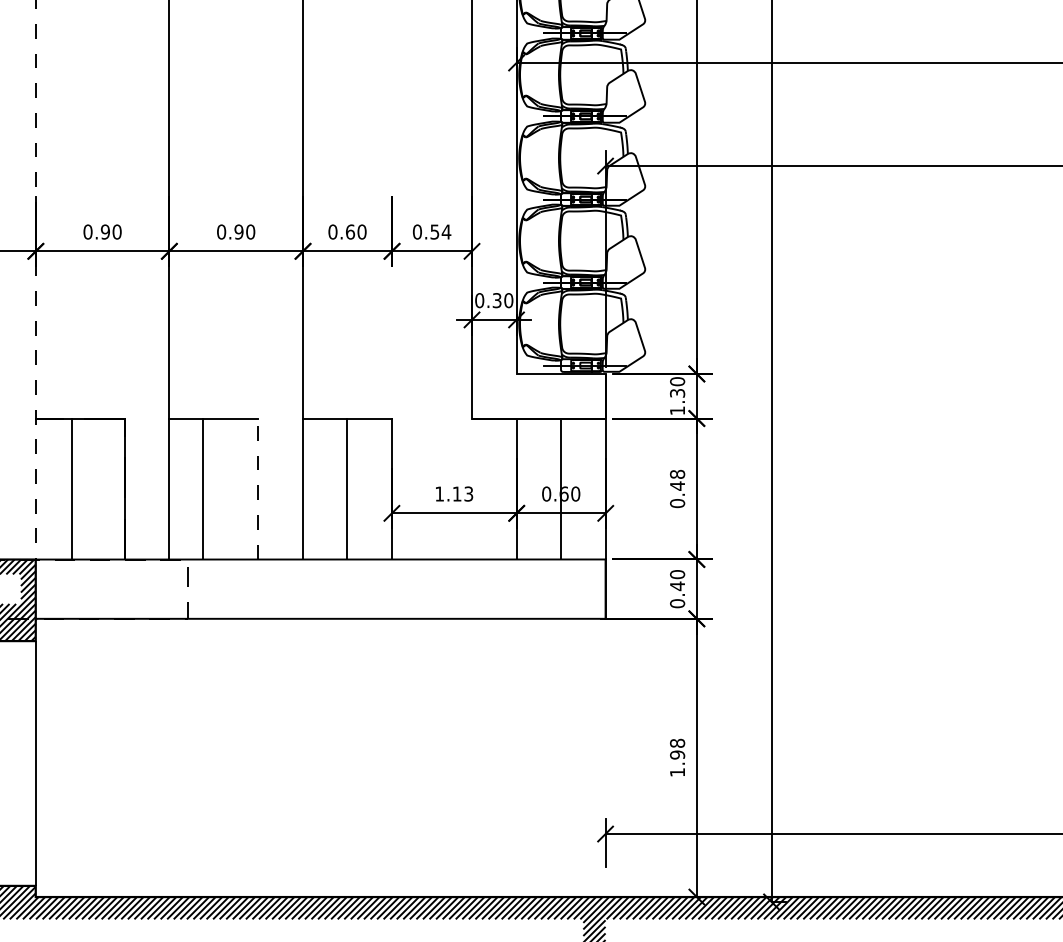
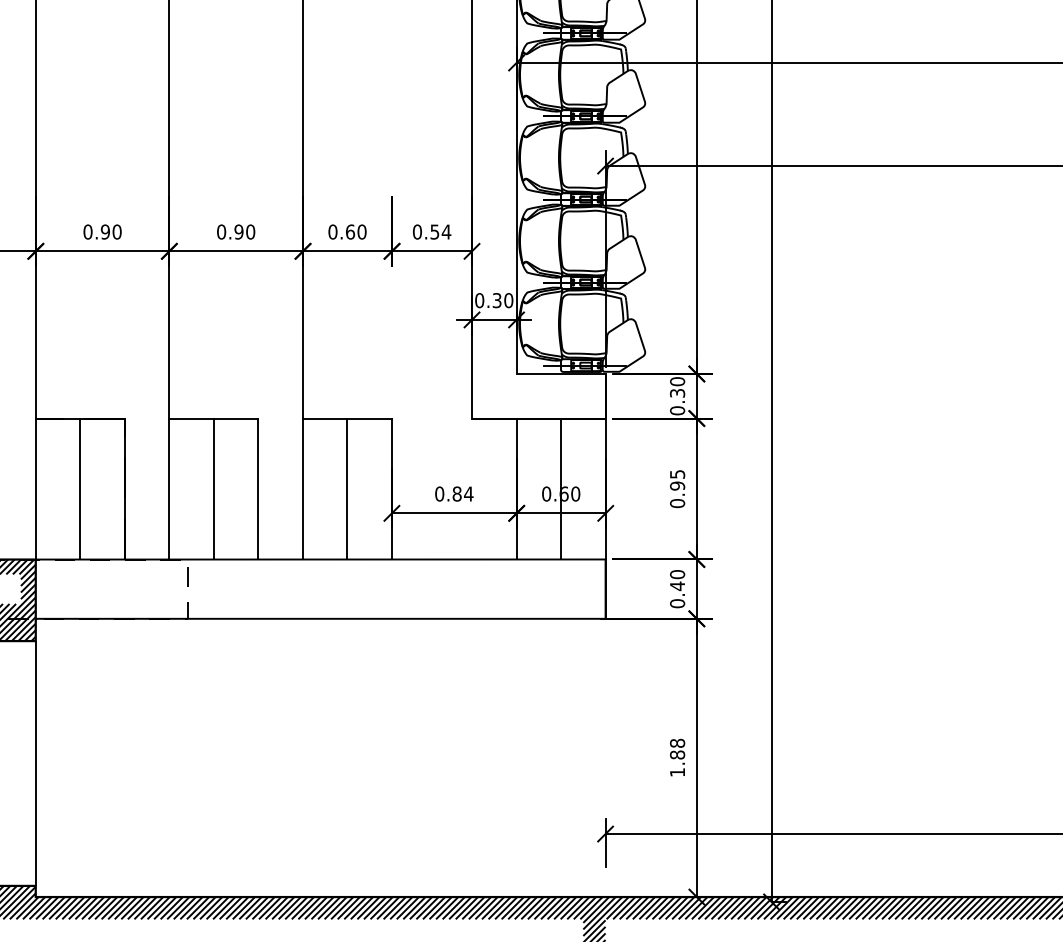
line at (35, 280): dashed -> solid
text at (677, 410): 1.30 -> 0.30
text at (677, 479): 0.48 -> 0.95
line at (72, 488) position: (72, 488) -> (80, 488)
line at (202, 488) position: (202, 488) -> (213, 488)
line at (258, 488): dashed -> solid
text at (454, 493): 1.13 -> 0.84
text at (677, 754): 1.98 -> 1.88
